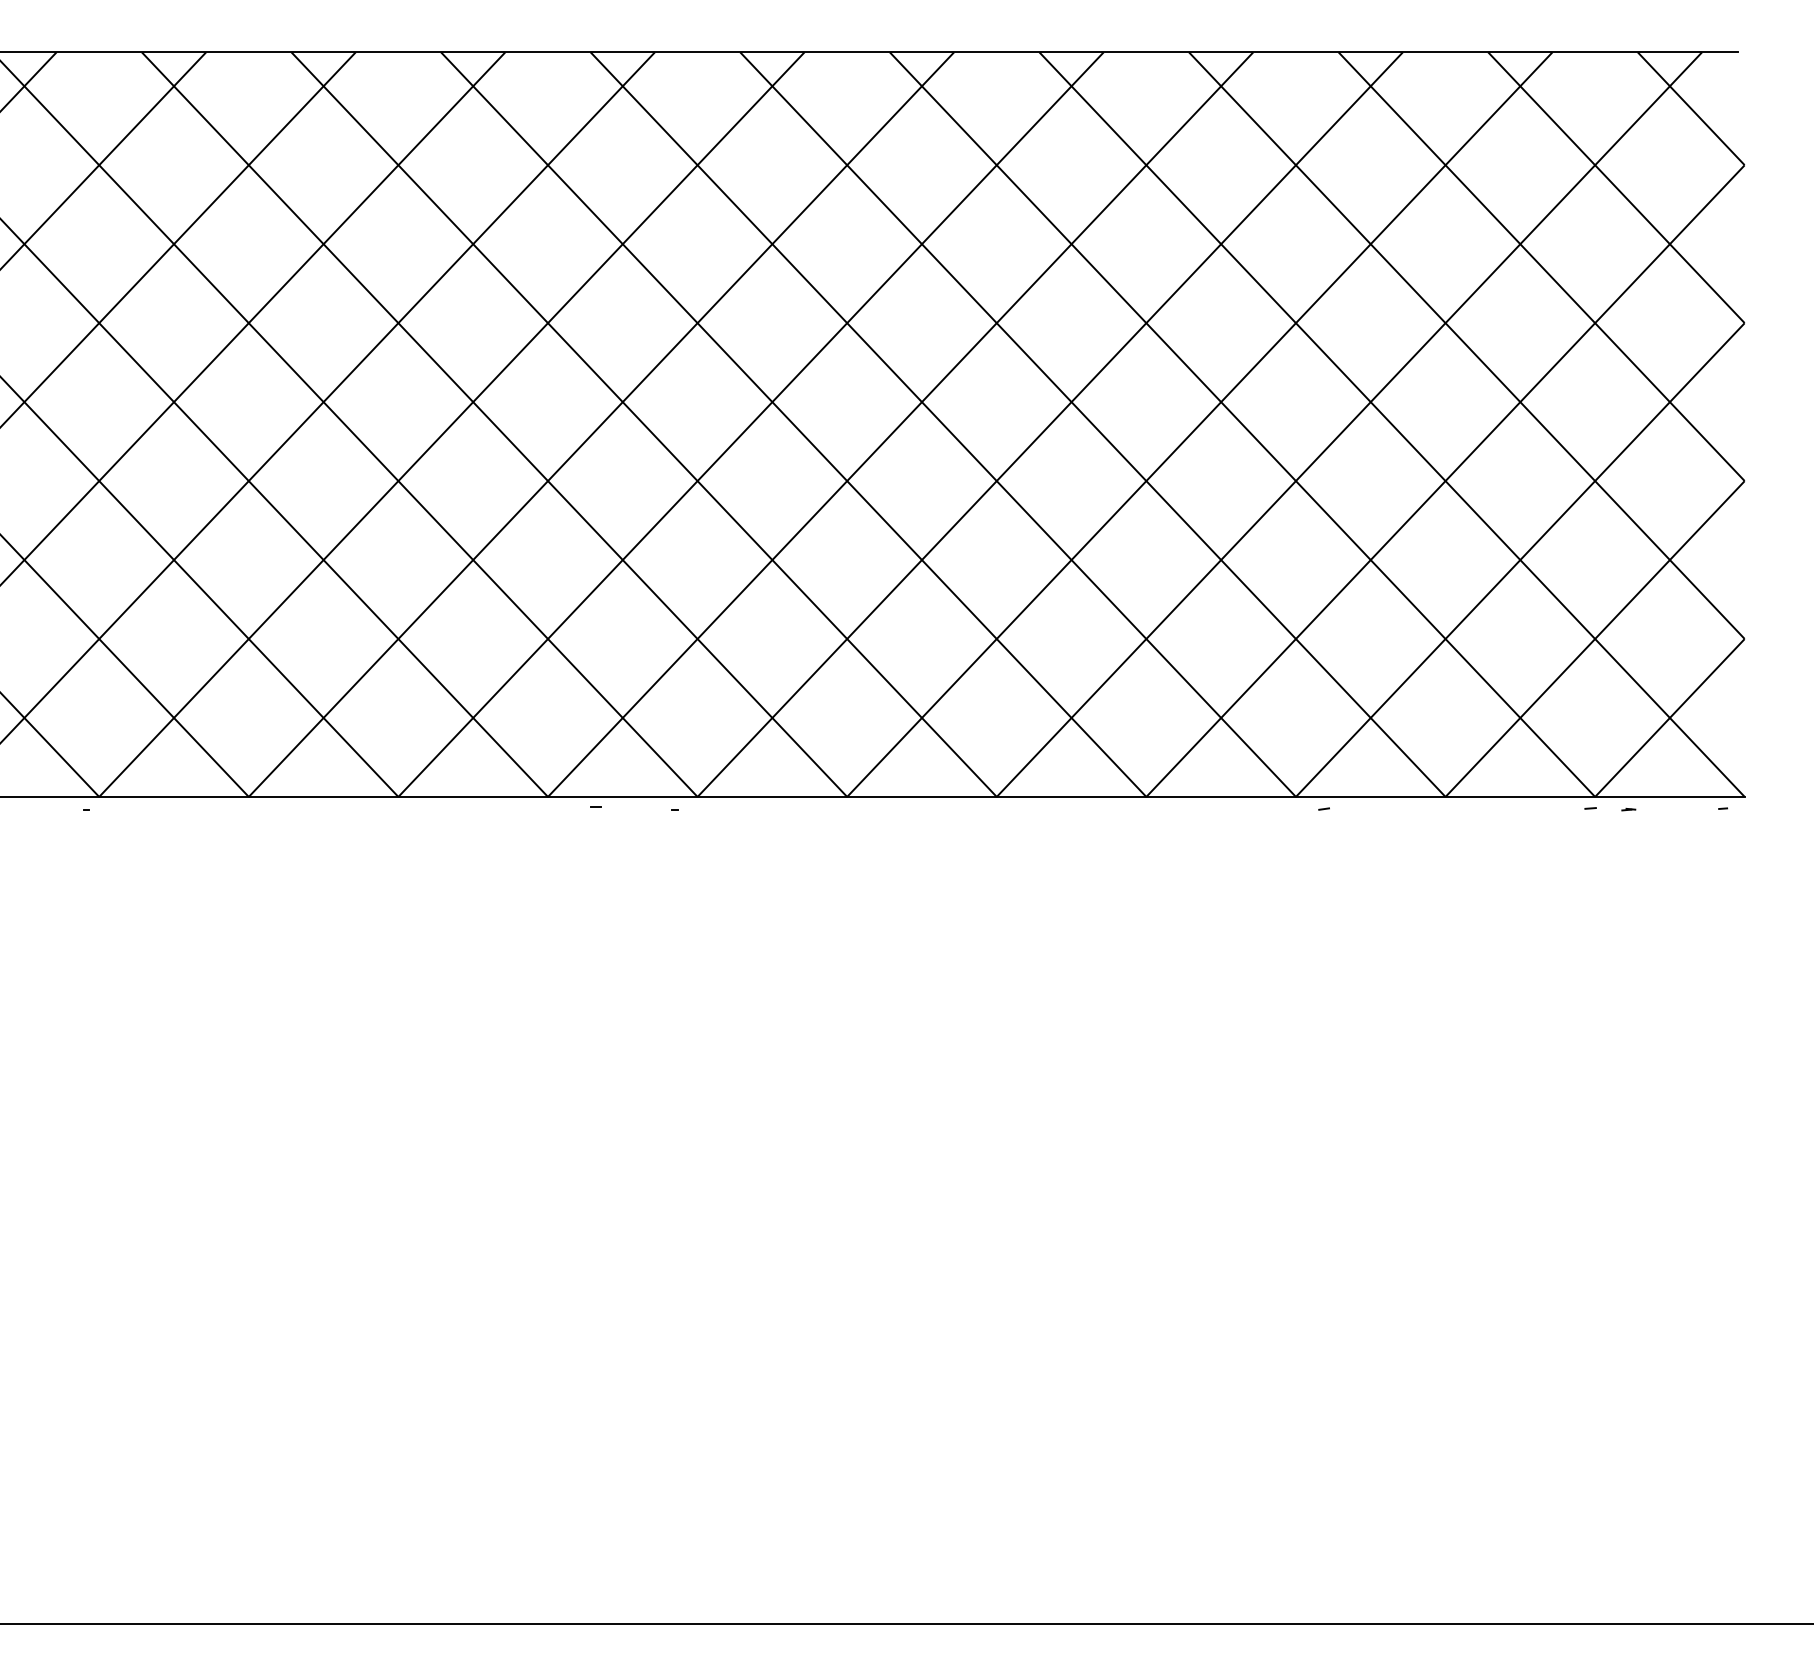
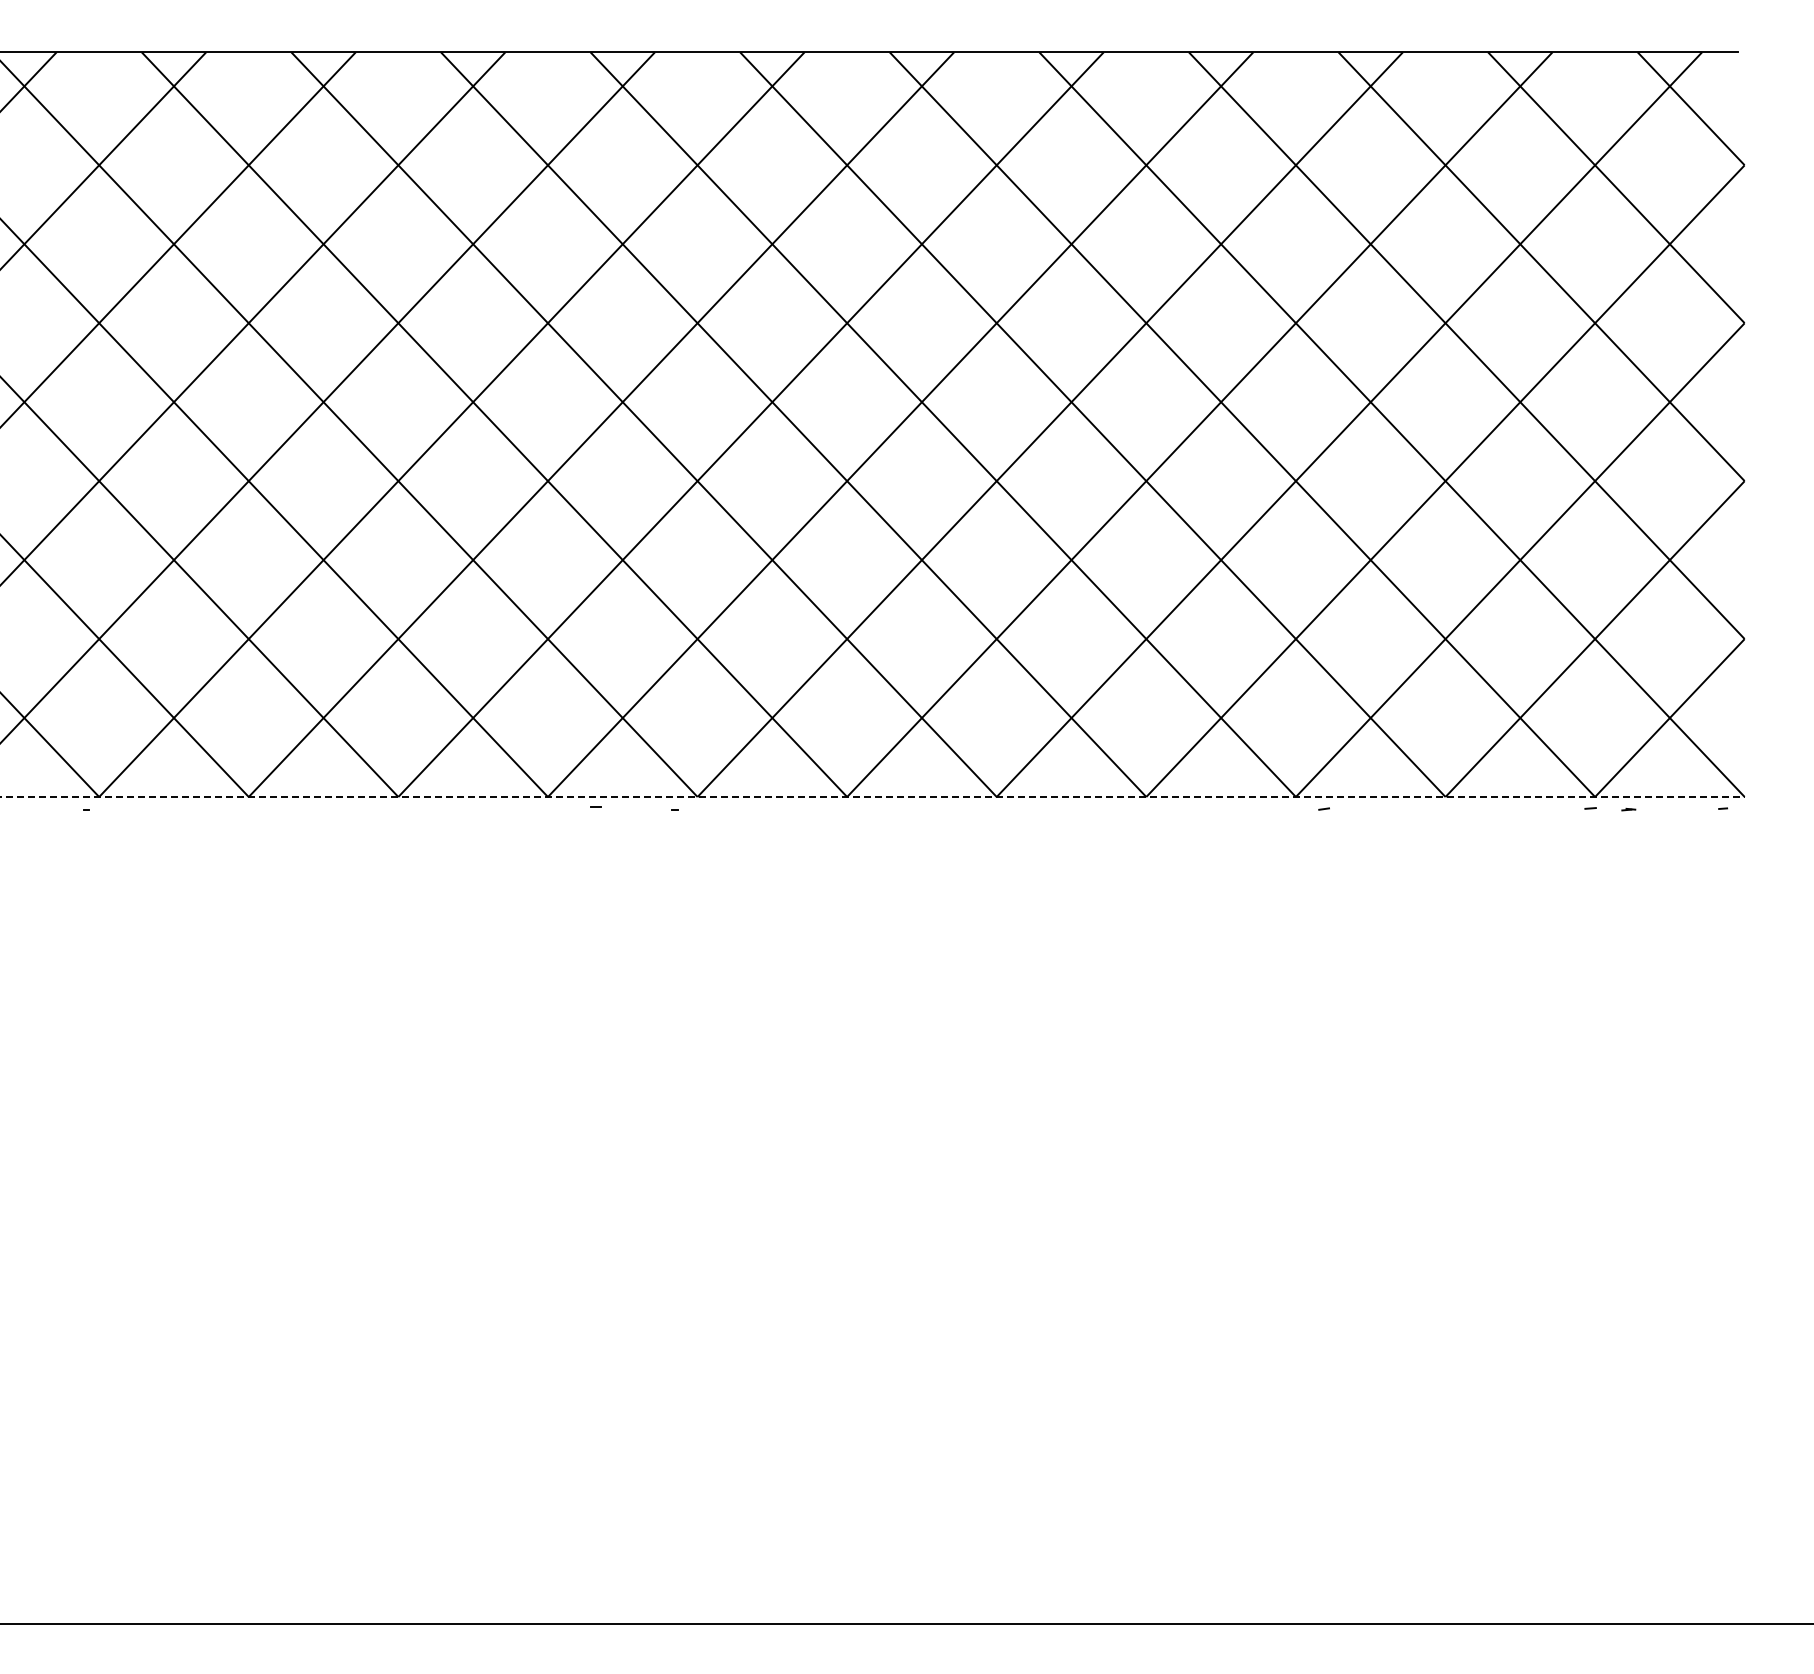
line at (872, 797): solid -> dashed
